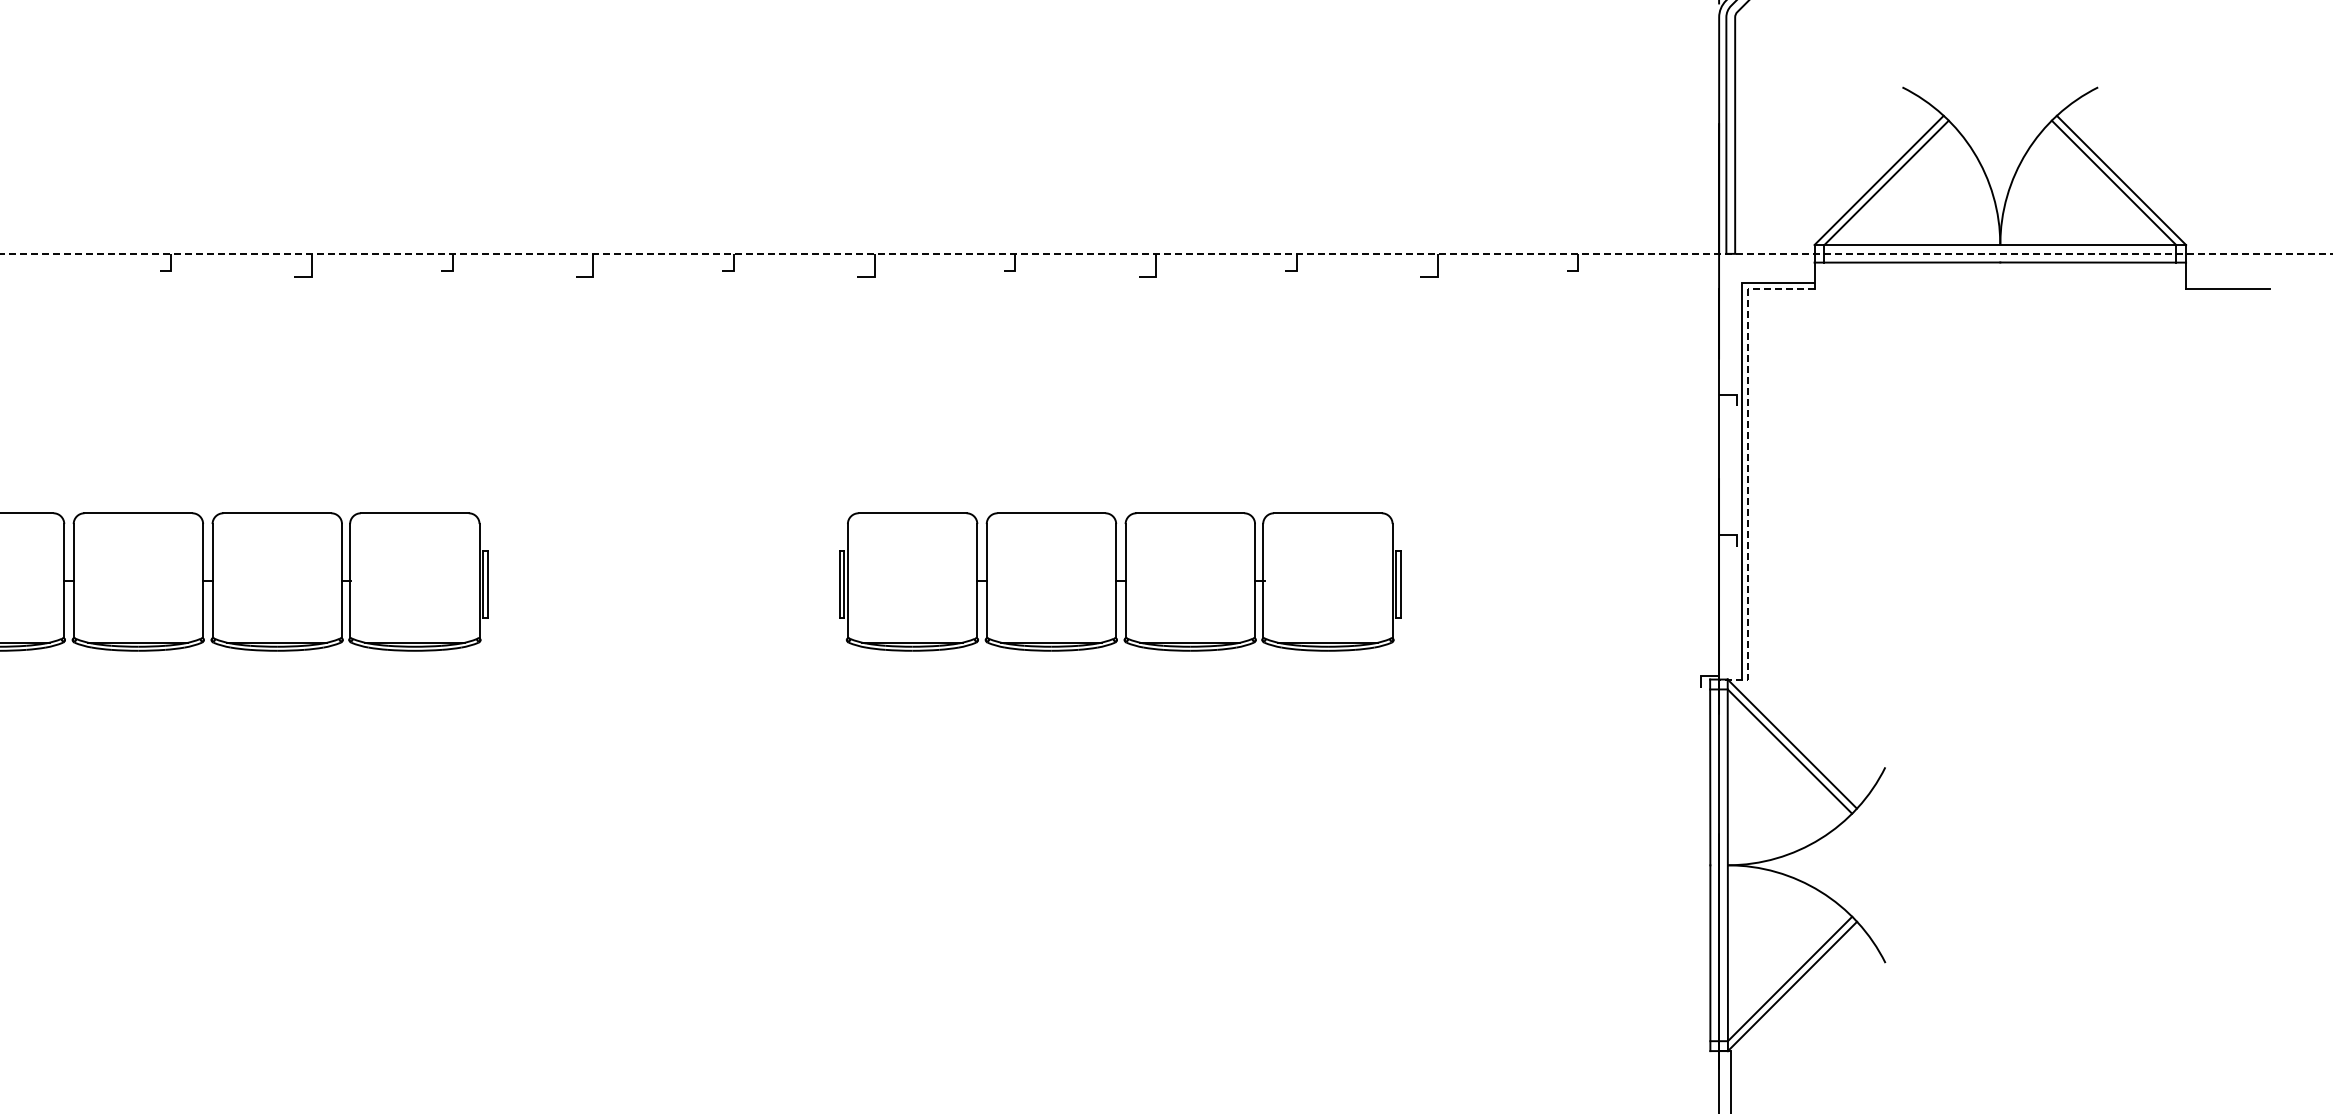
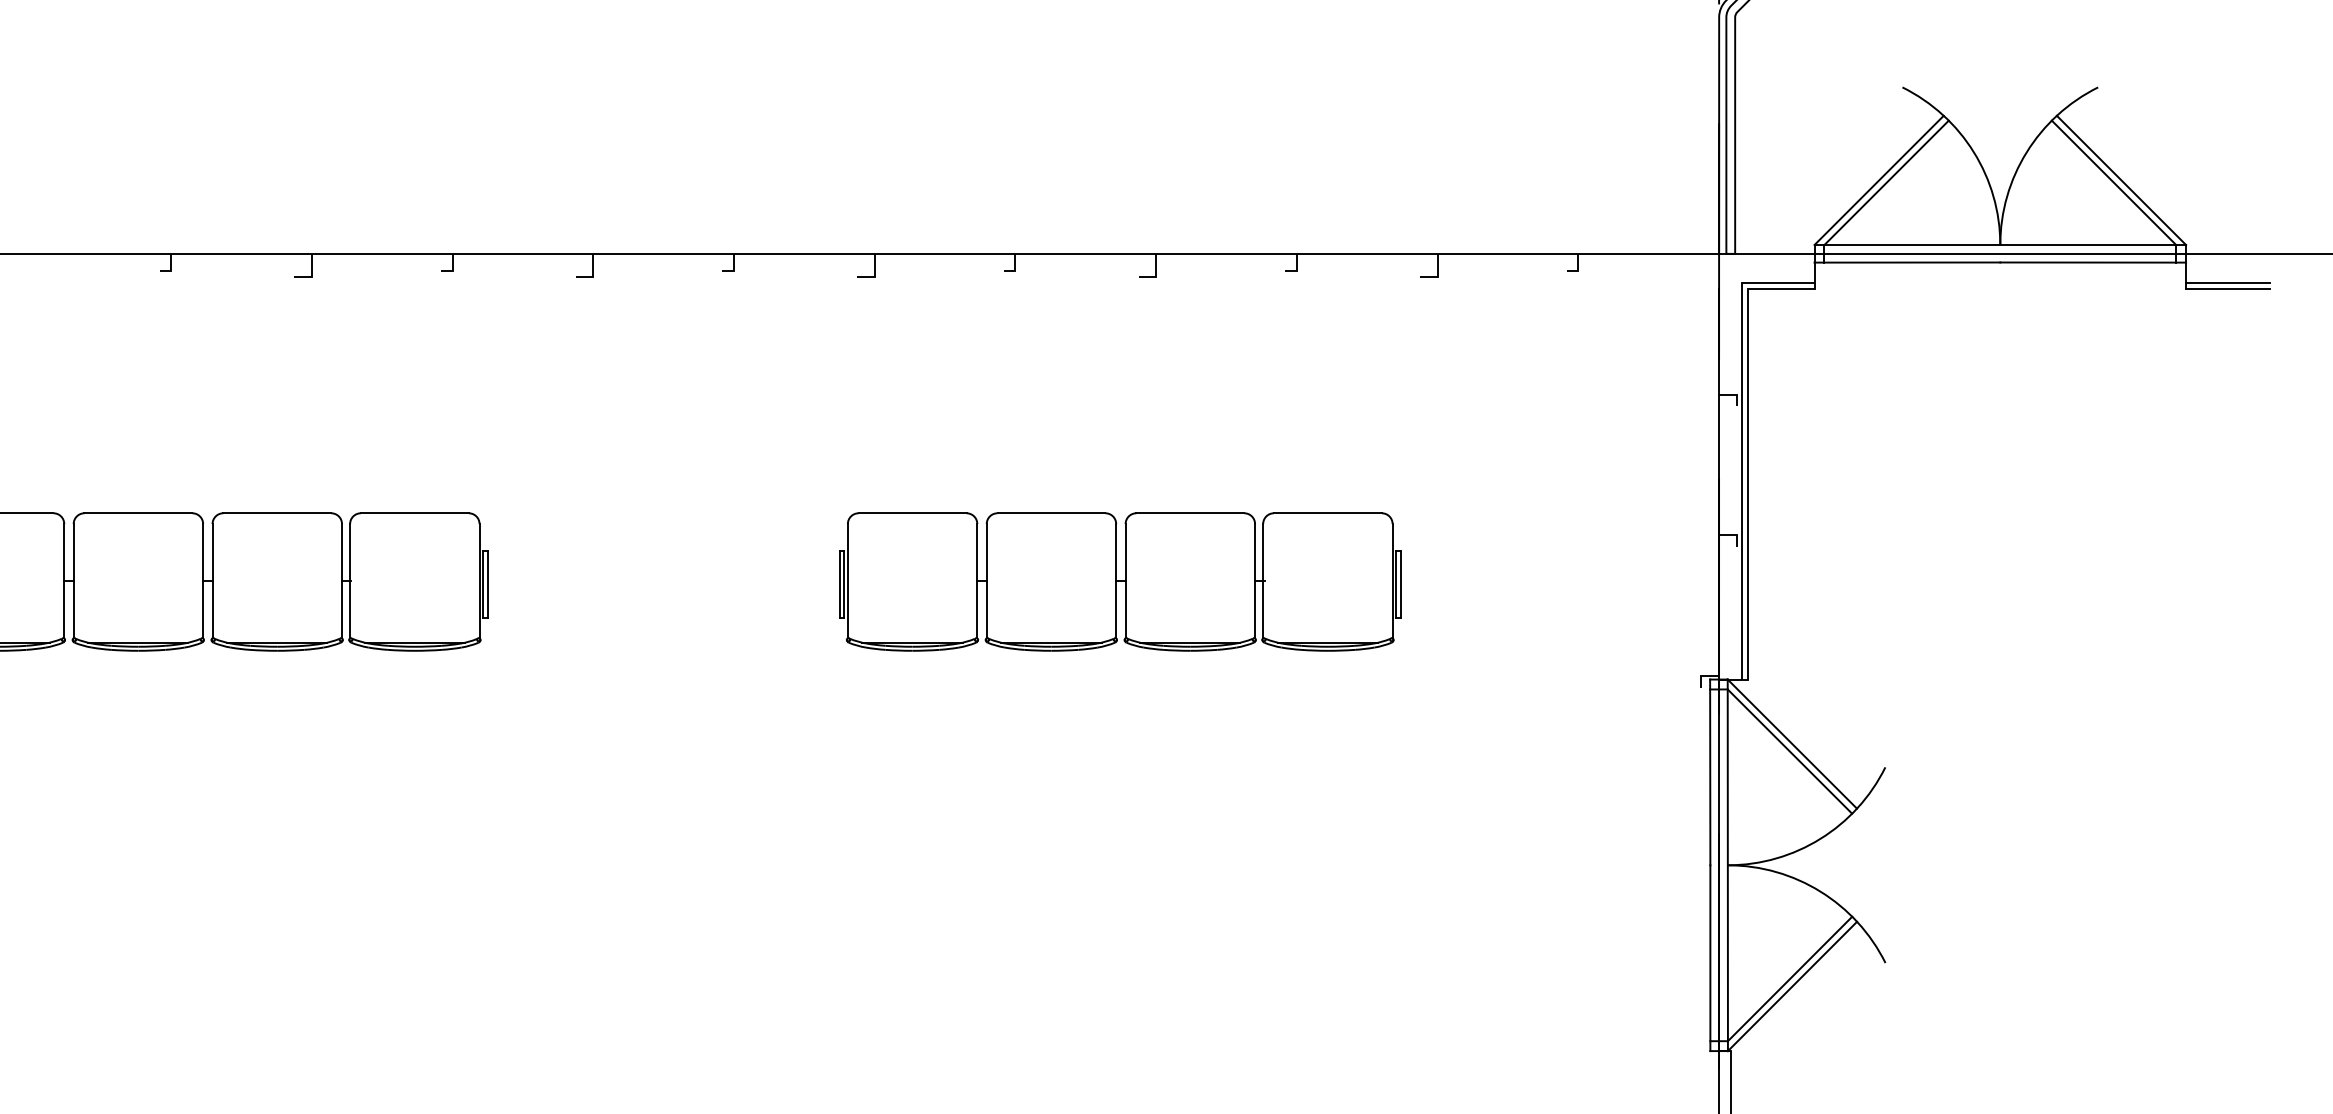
line at (1166, 253): dashed -> solid
line at (2227, 283): none -> present
line at (1748, 465): dashed -> solid
